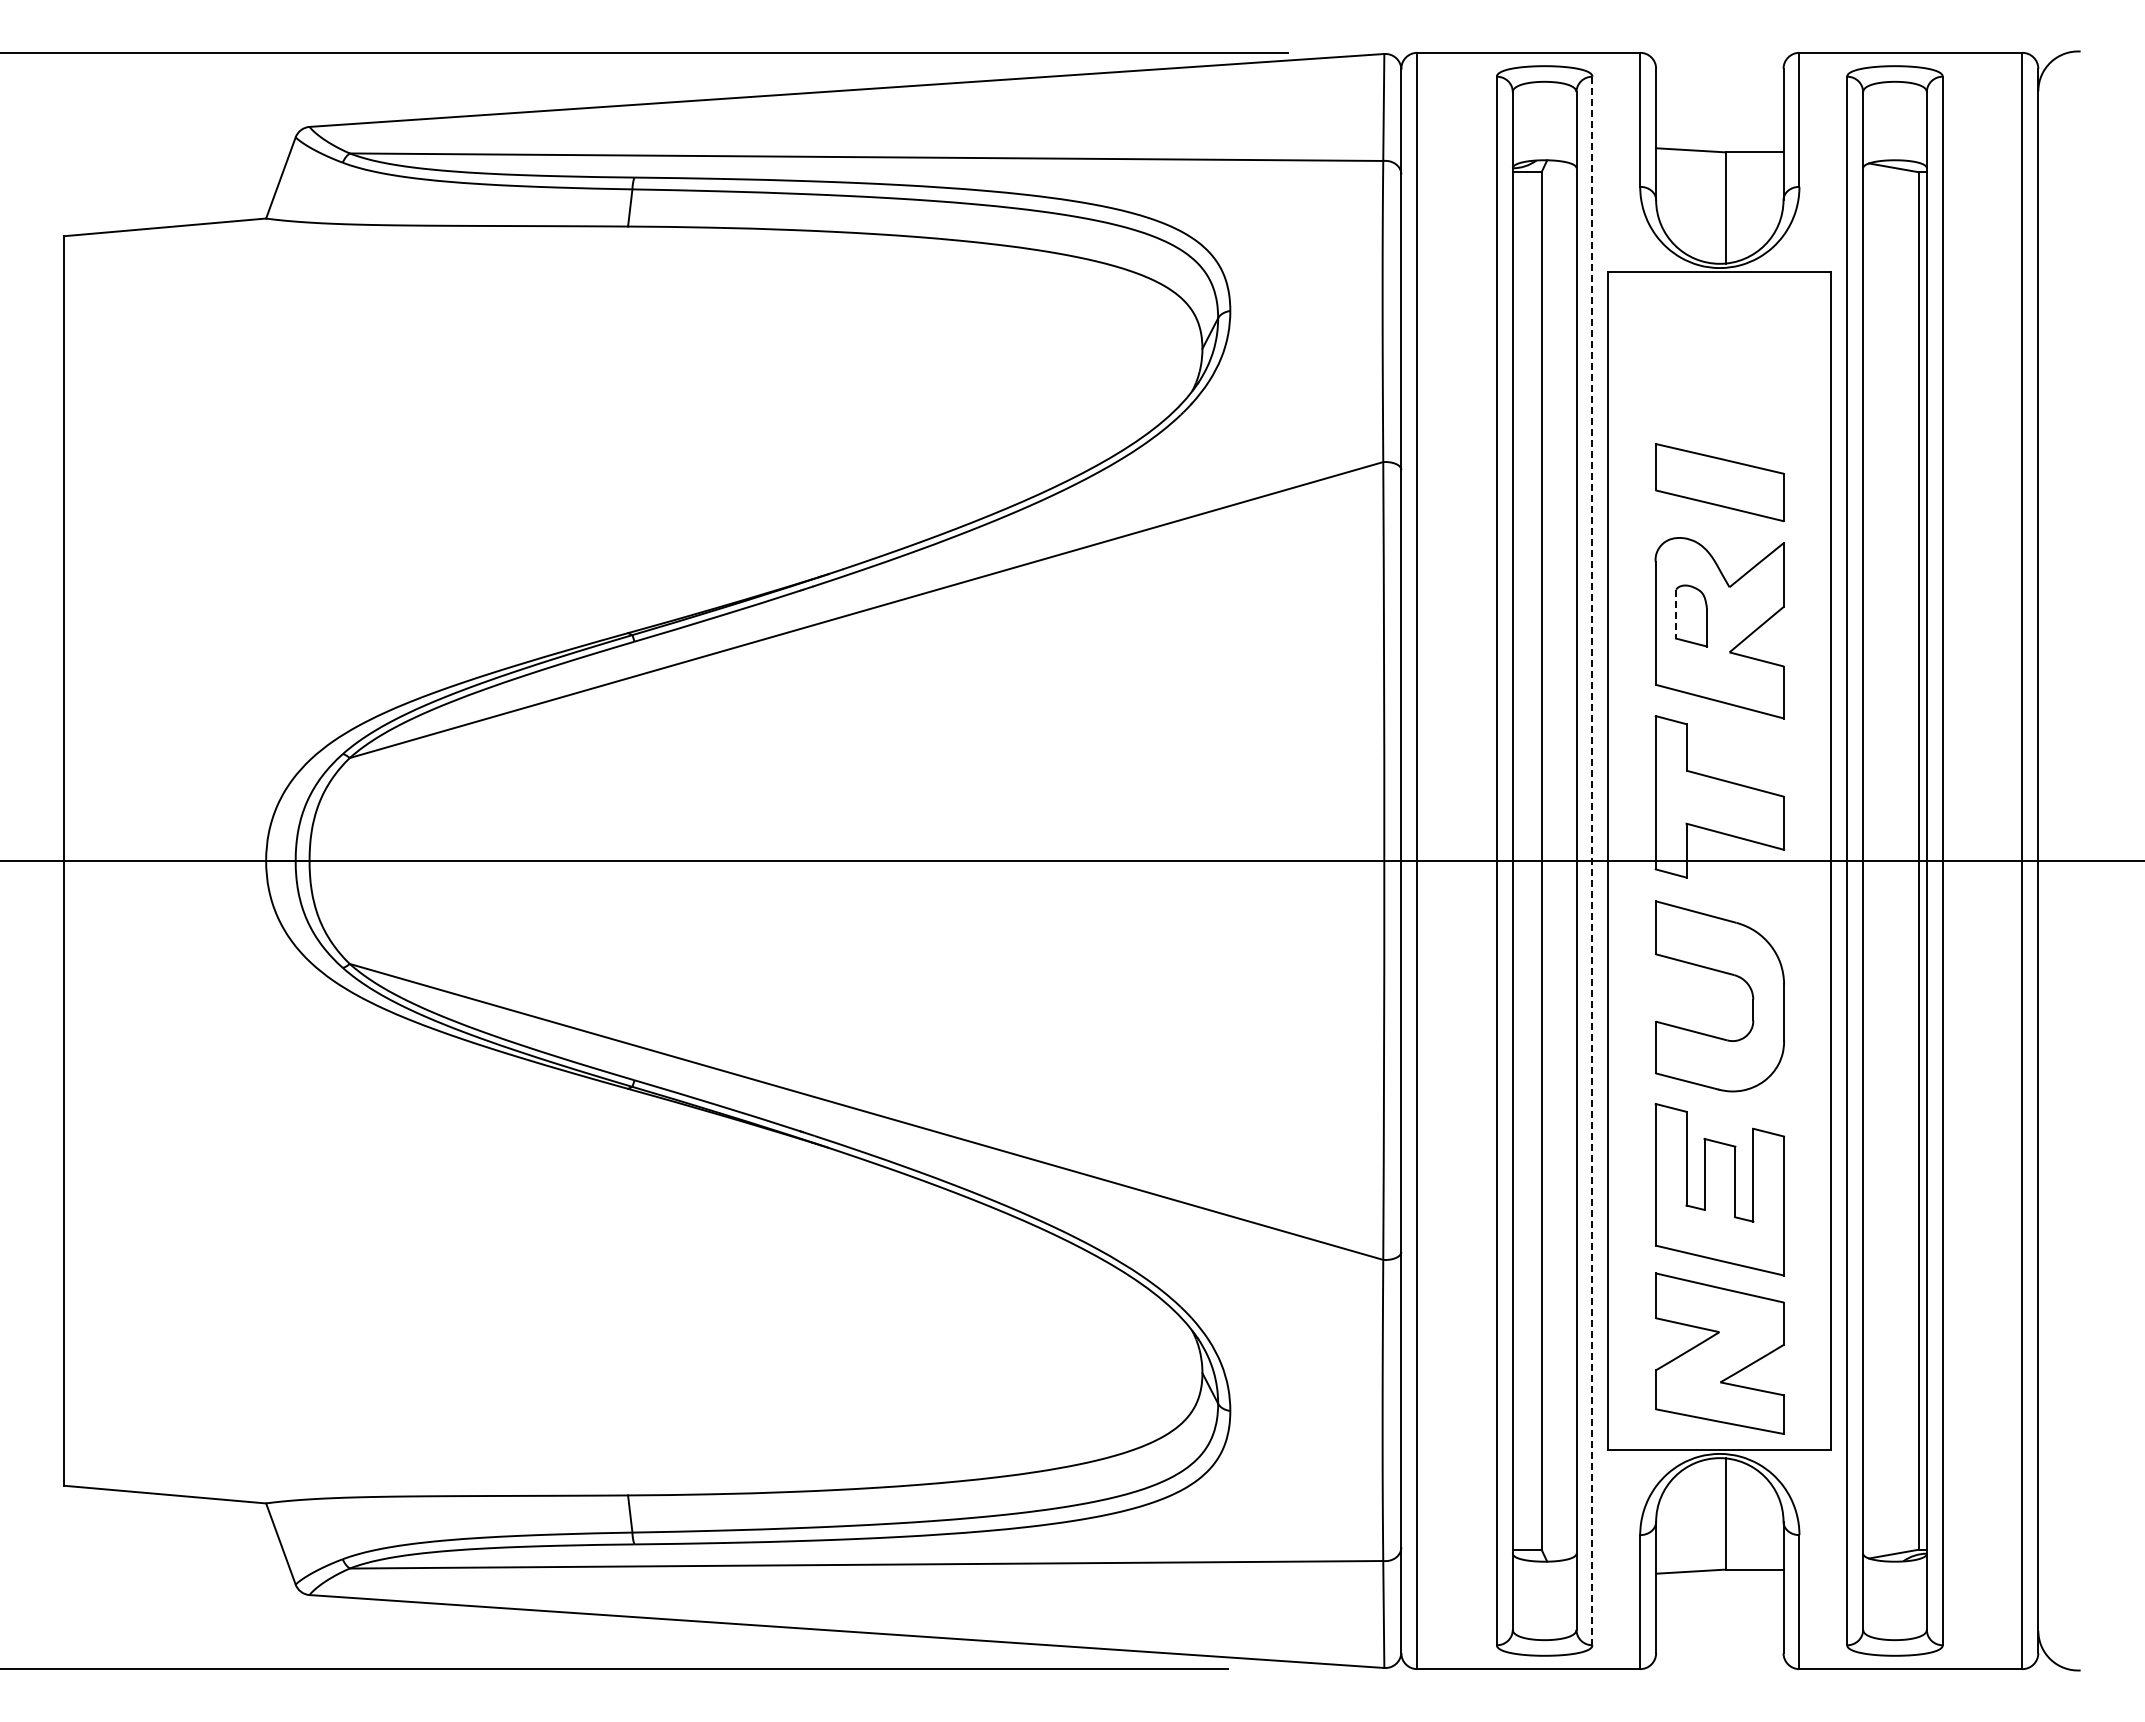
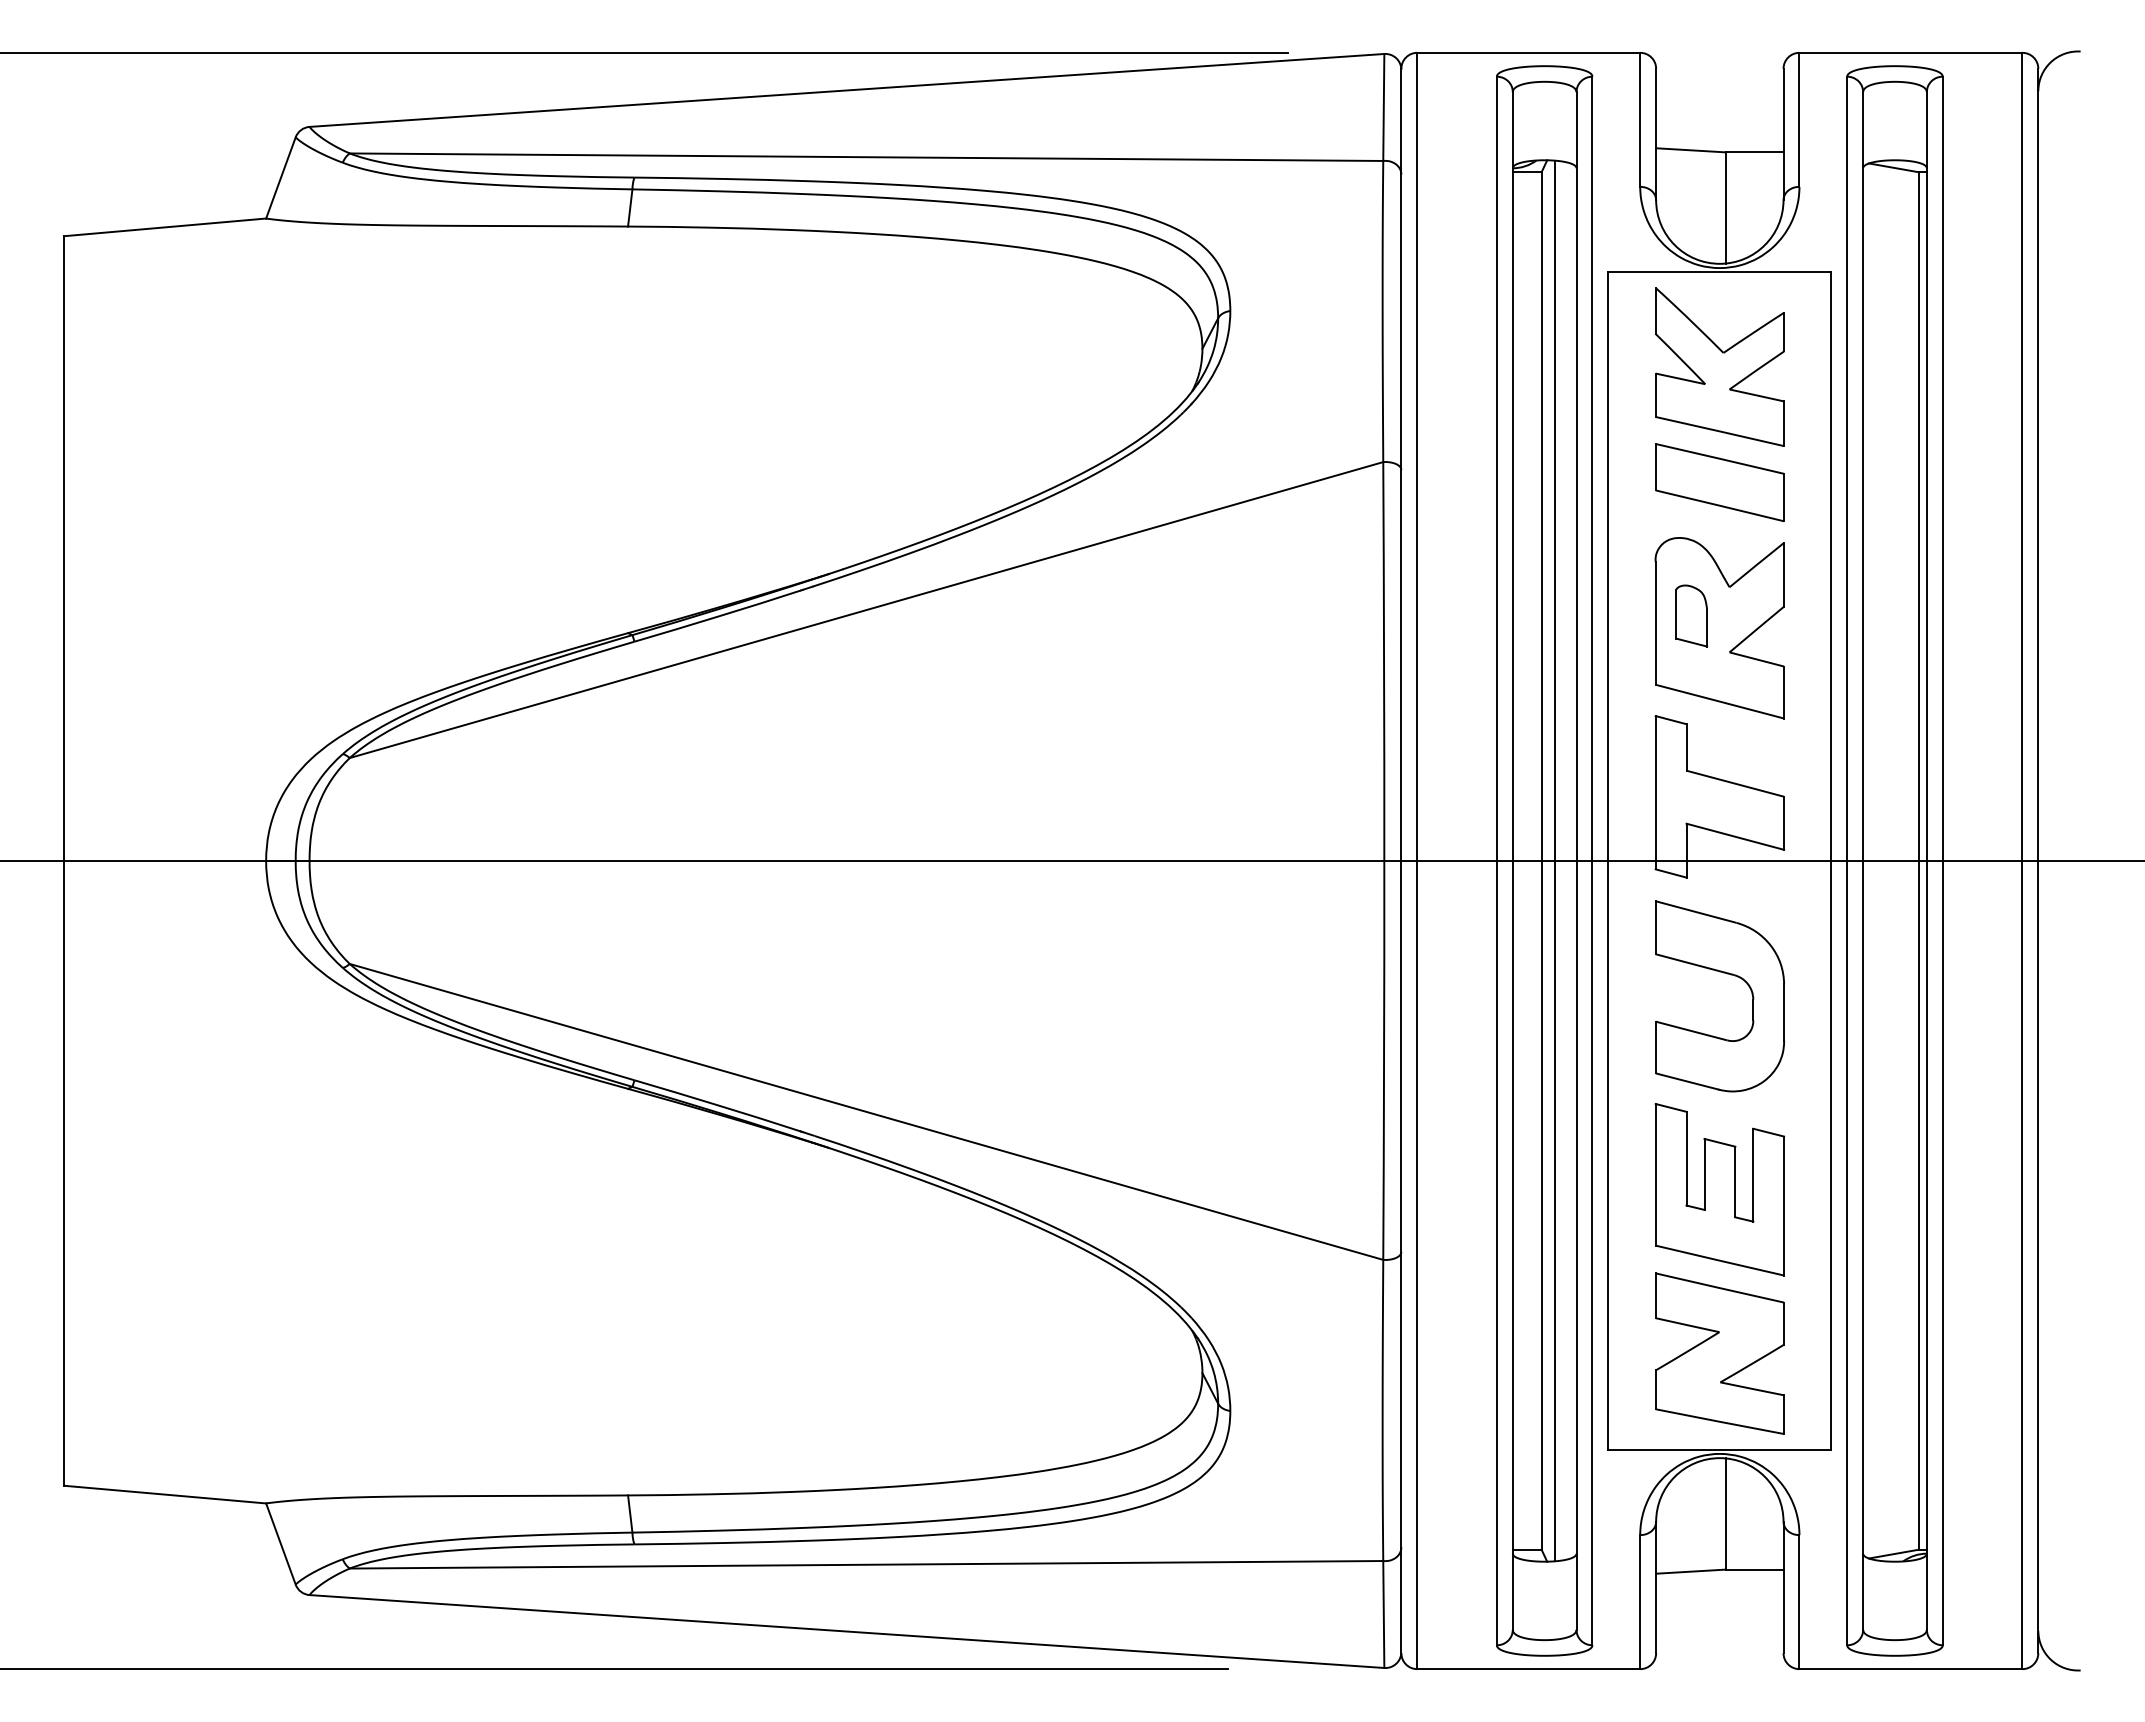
part at (1719, 366): none -> present
line at (1676, 614): dashed -> solid
line at (1554, 860): none -> present
line at (1592, 861): dashed -> solid
